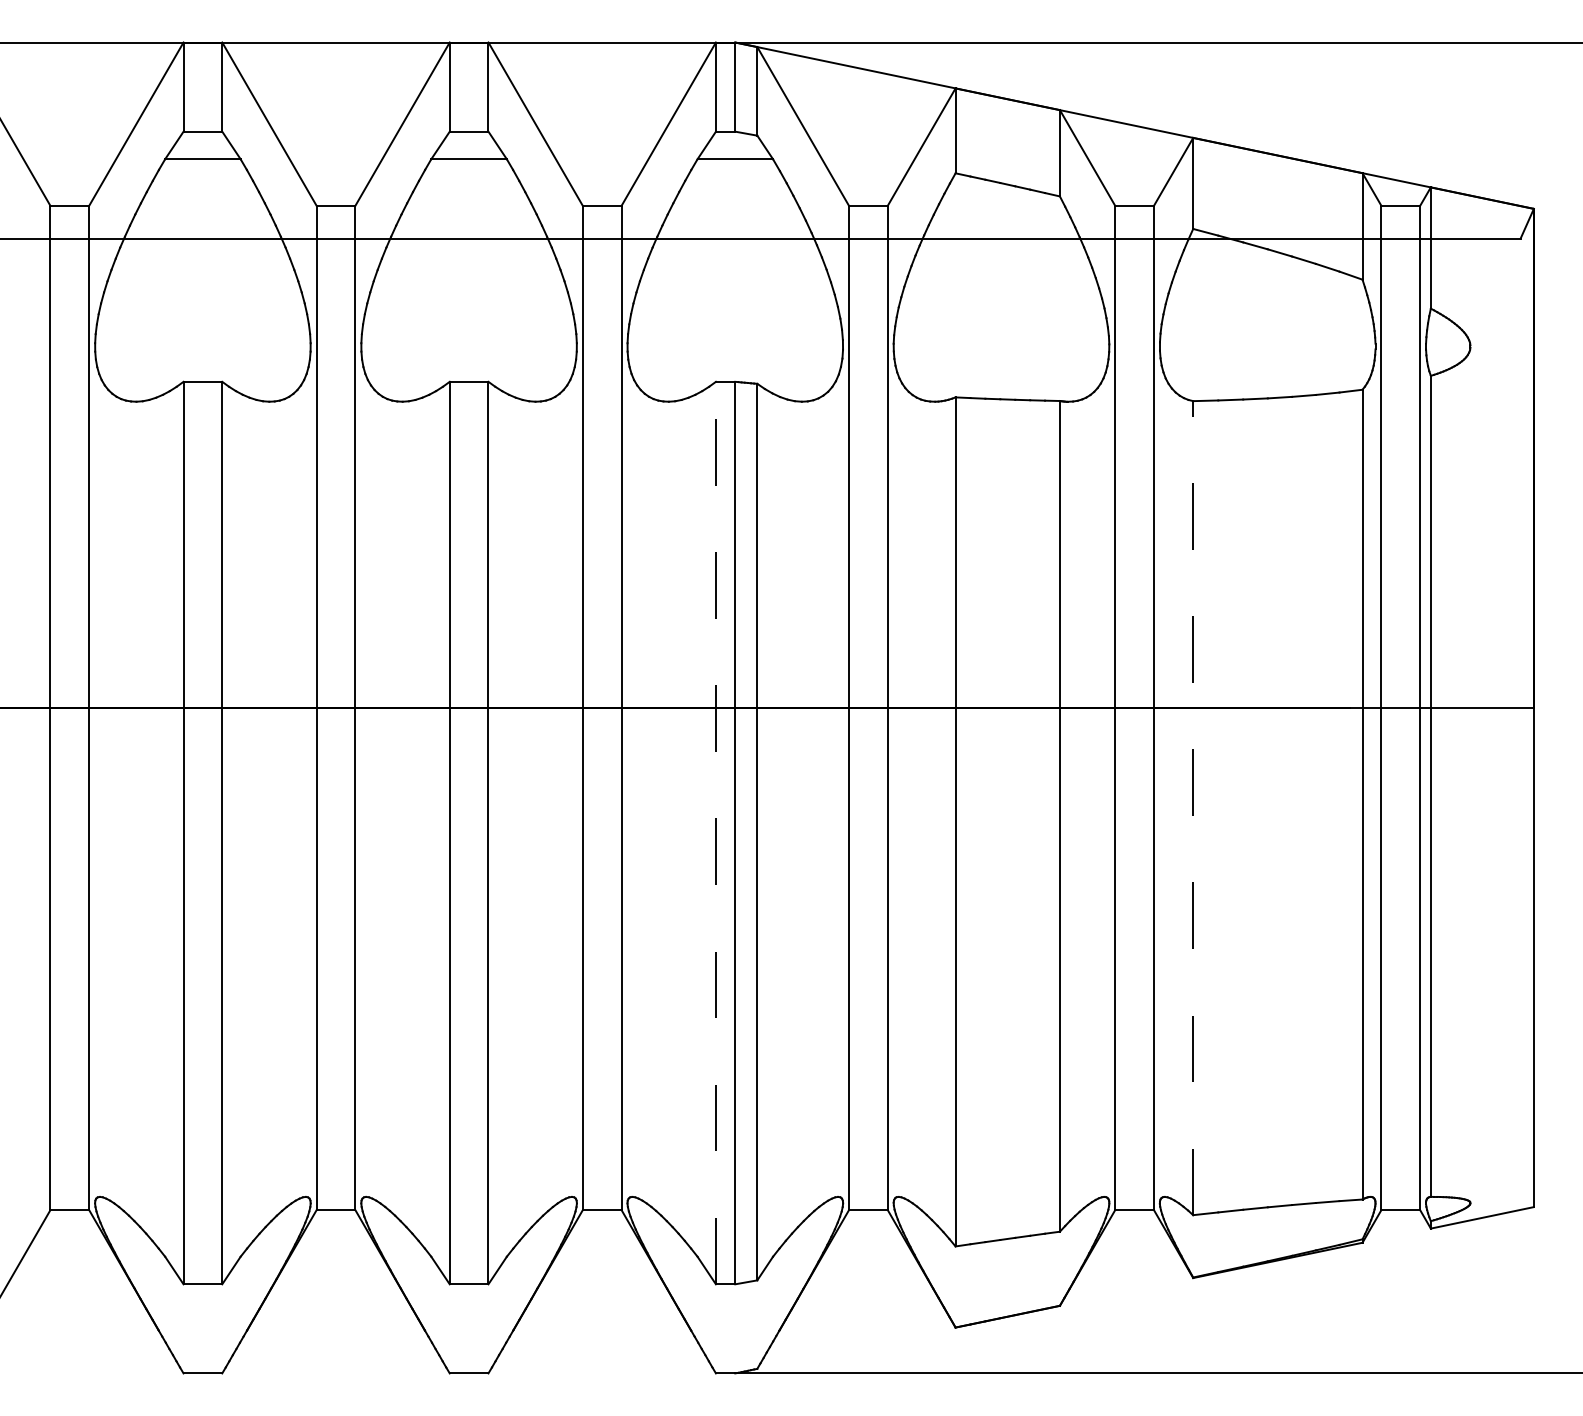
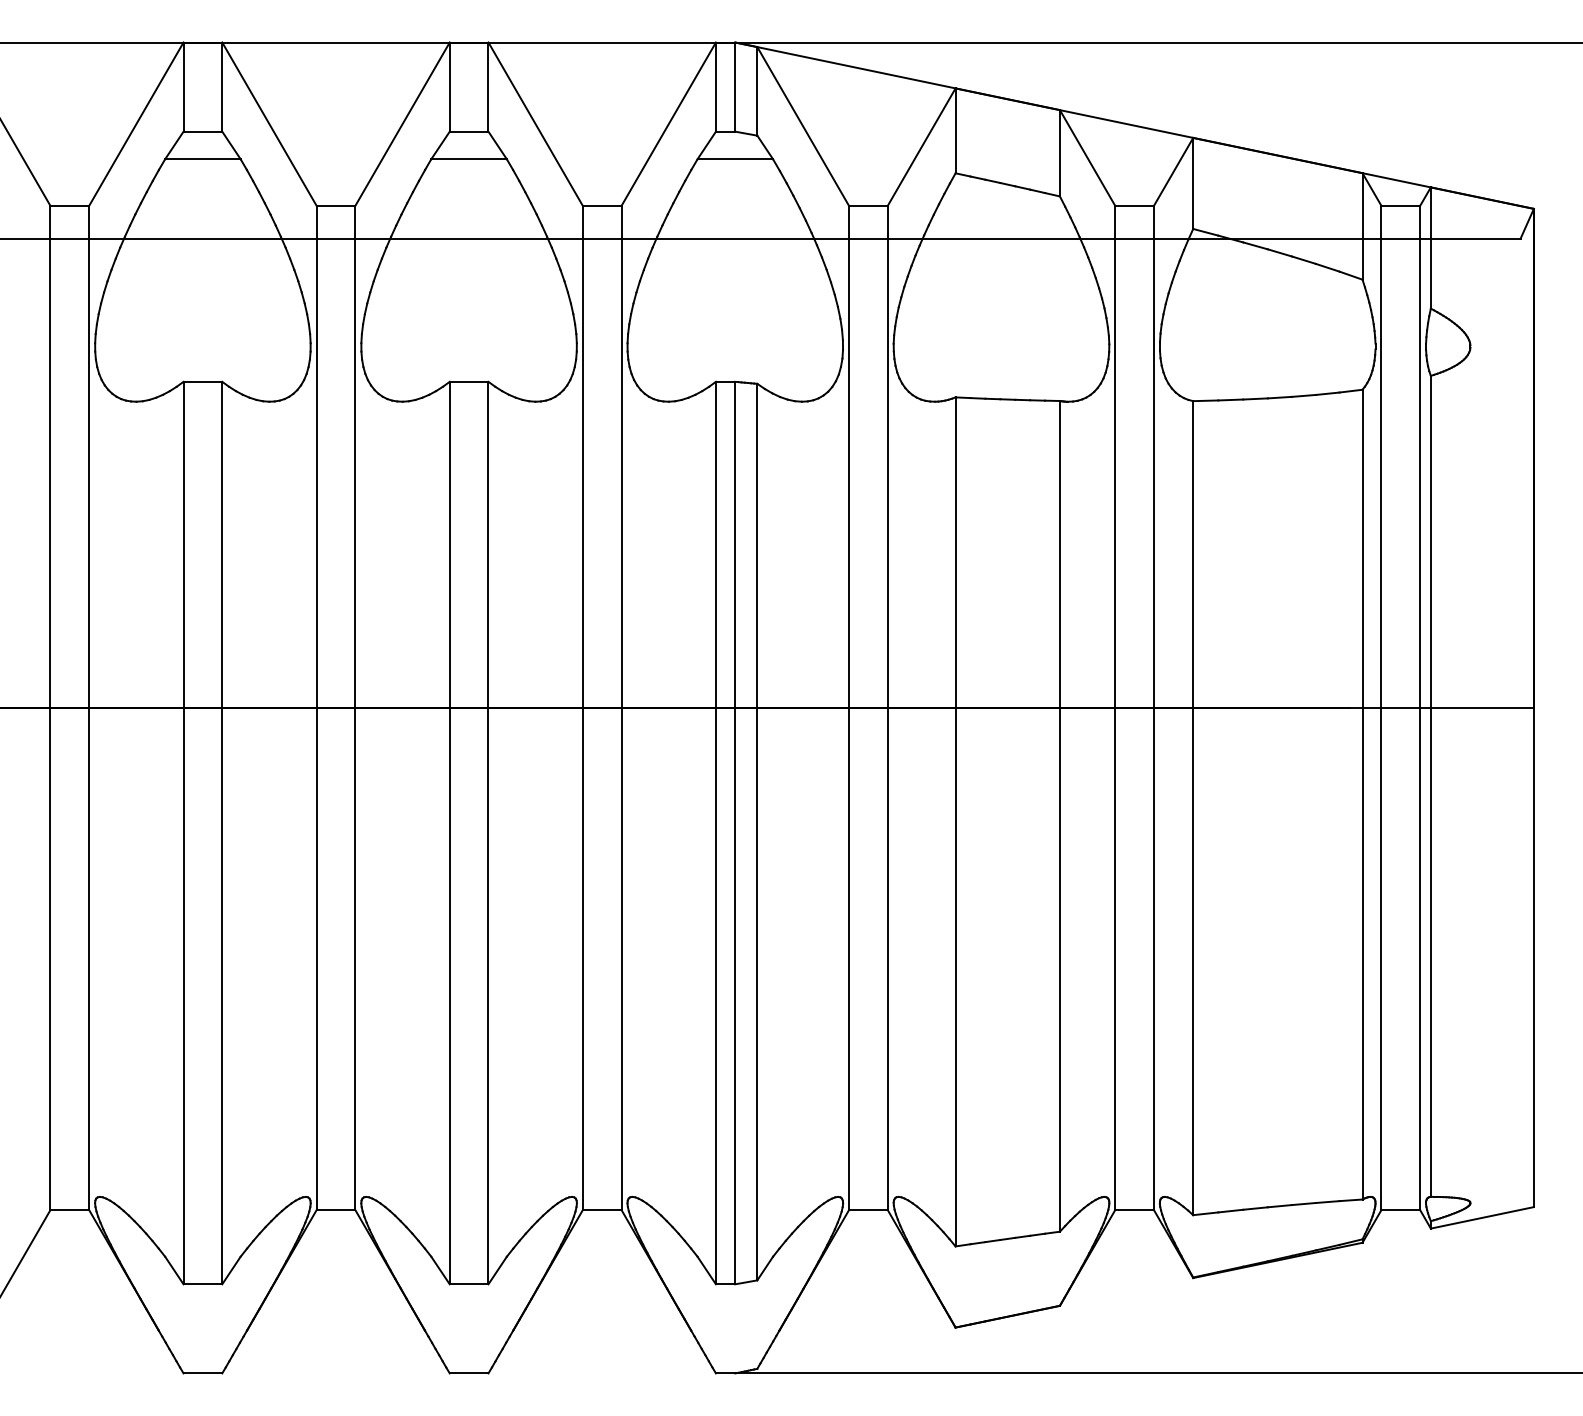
line at (1193, 807): dashed -> solid
line at (715, 832): dashed -> solid
